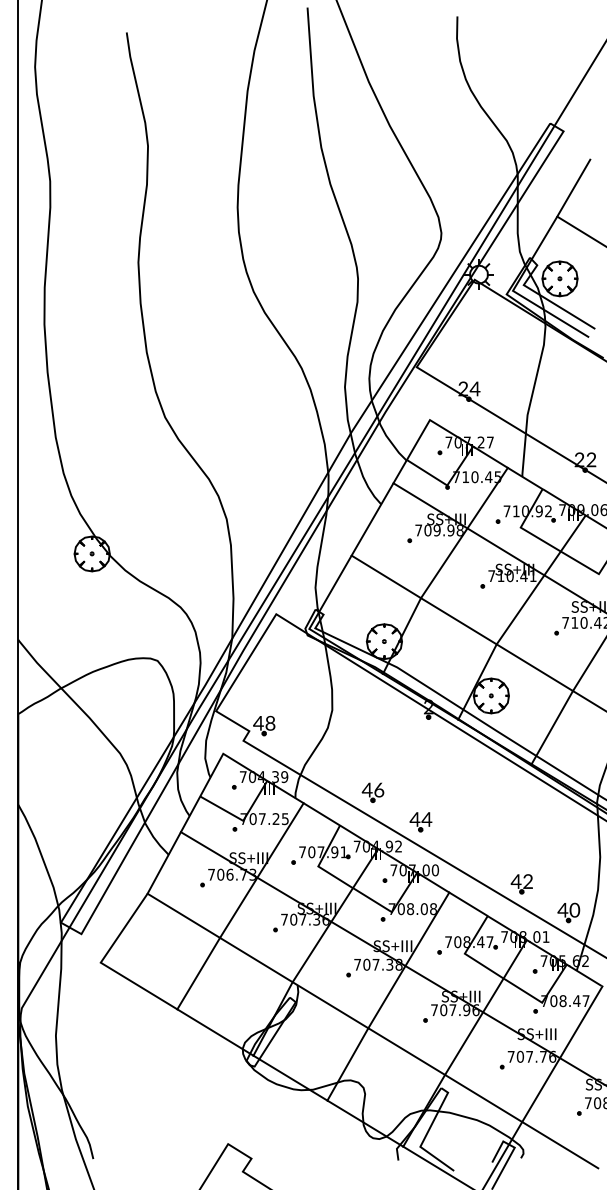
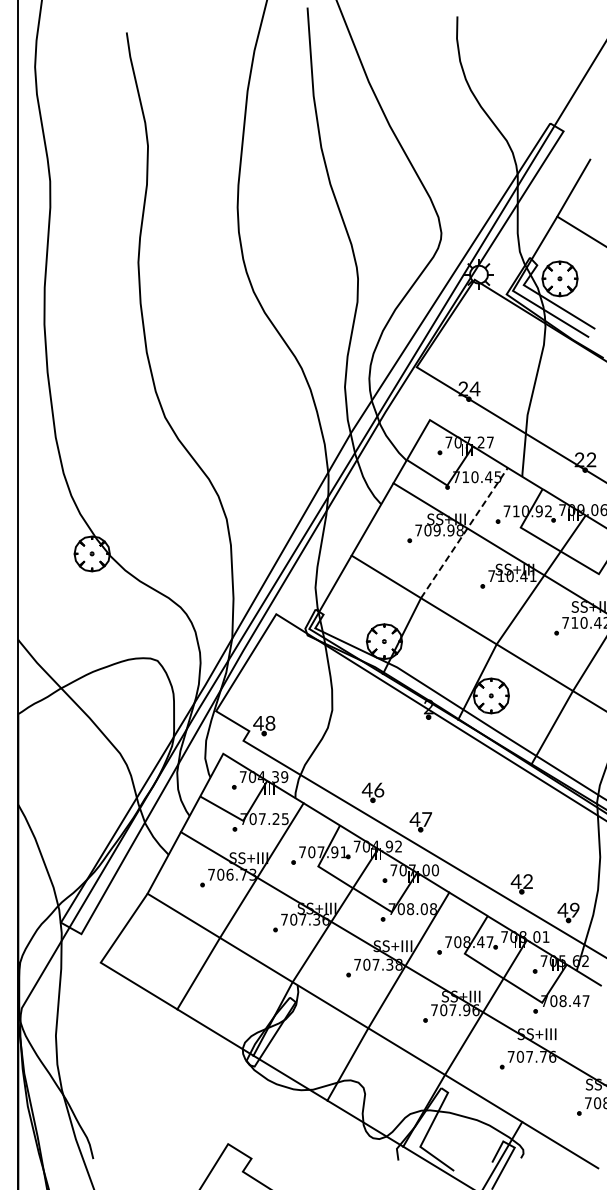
line at (464, 532): solid -> dashed
text at (426, 819): 44 -> 47
text at (574, 910): 40 -> 49
line at (562, 1054): present -> none
